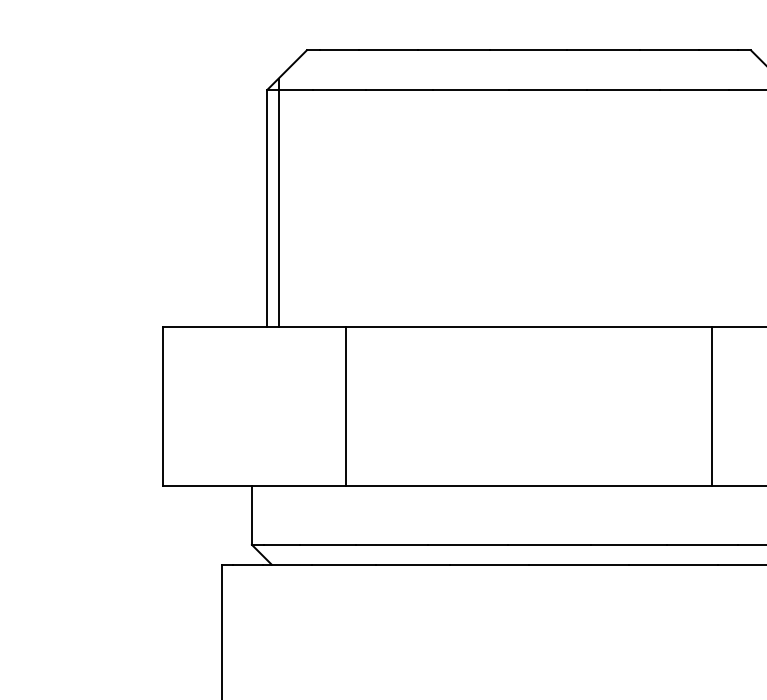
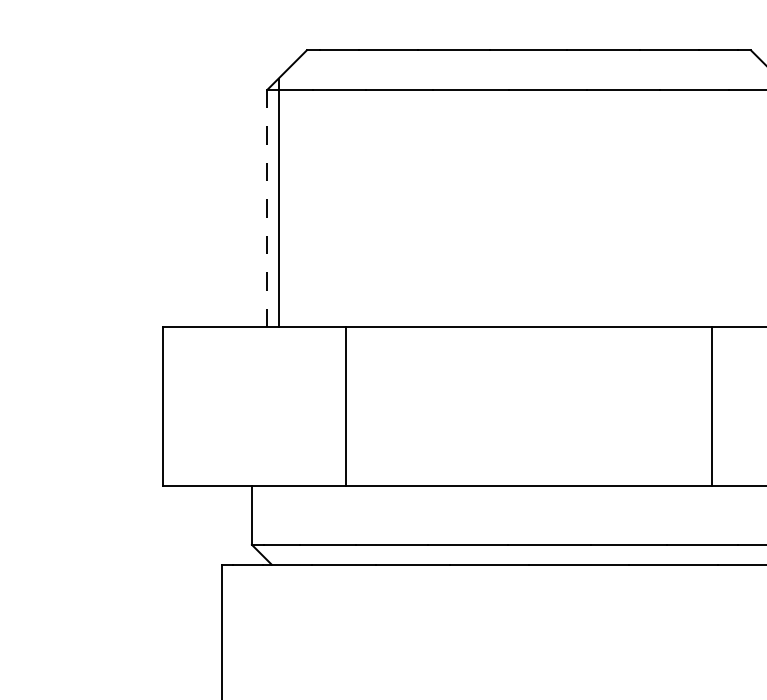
line at (267, 208): solid -> dashed
